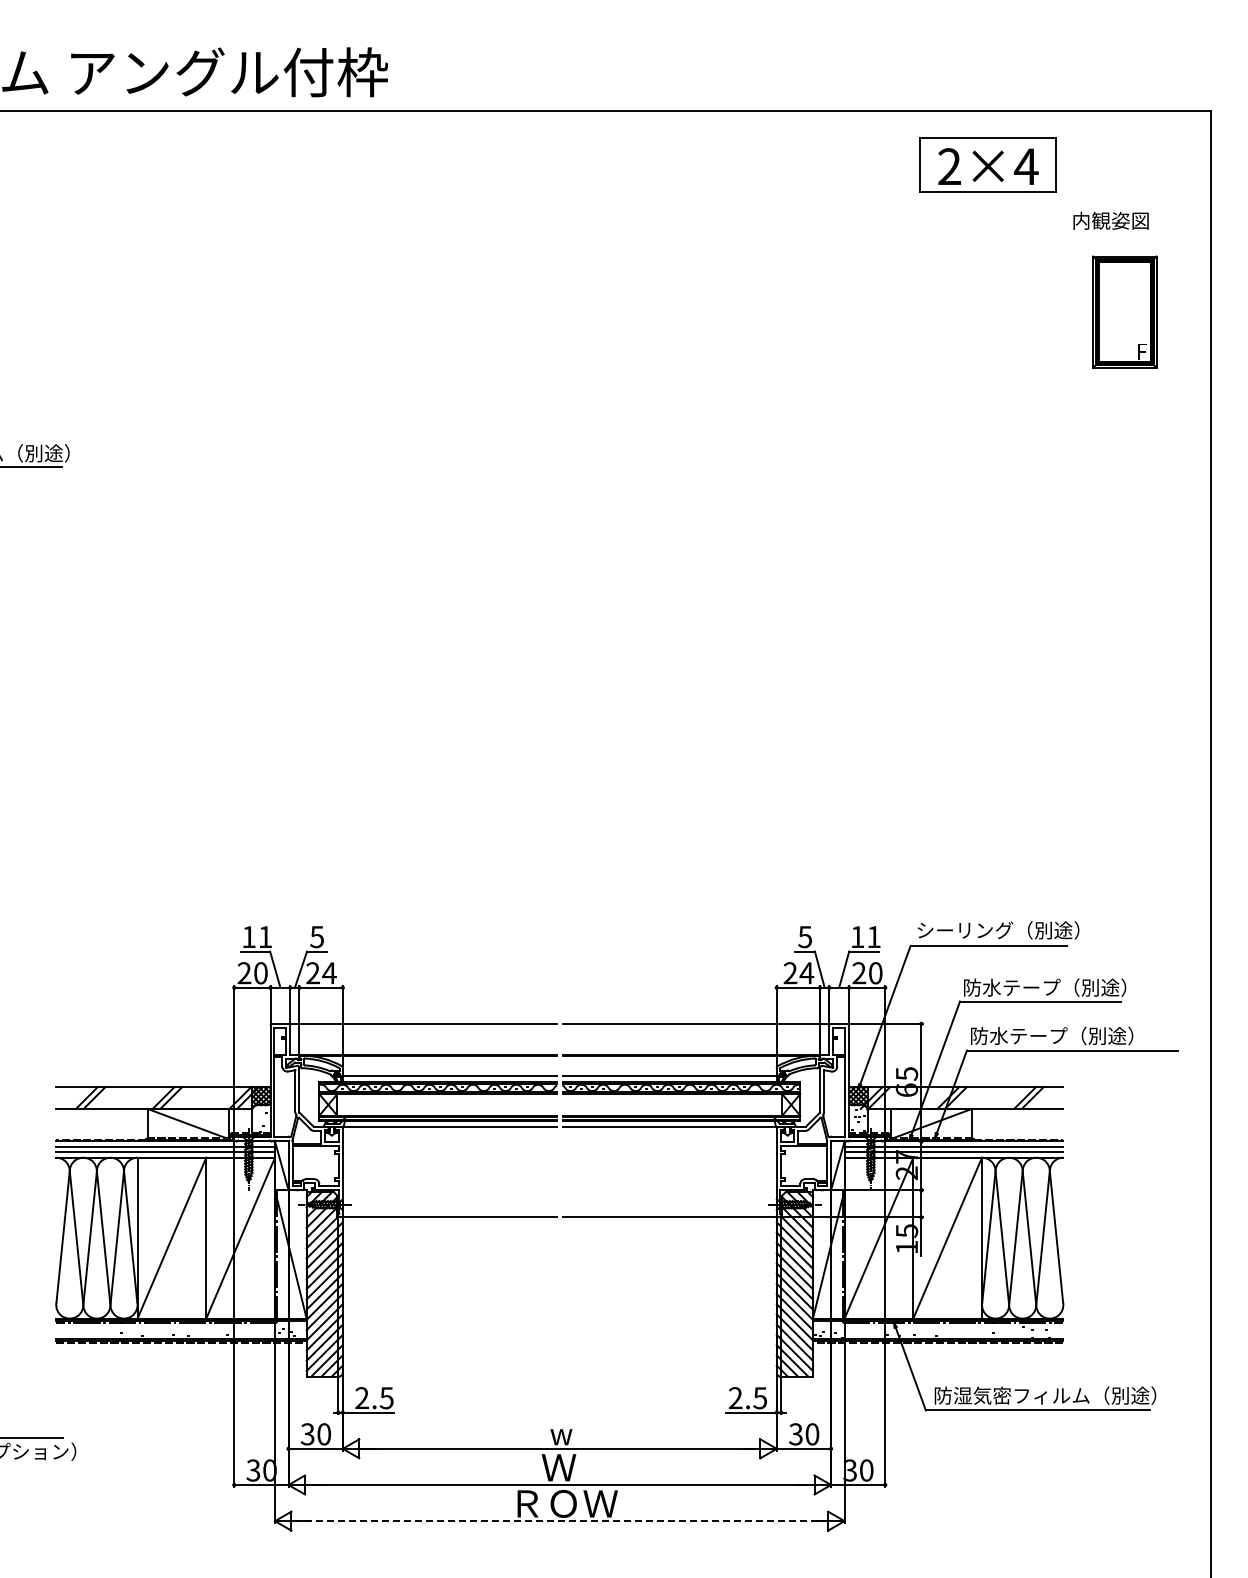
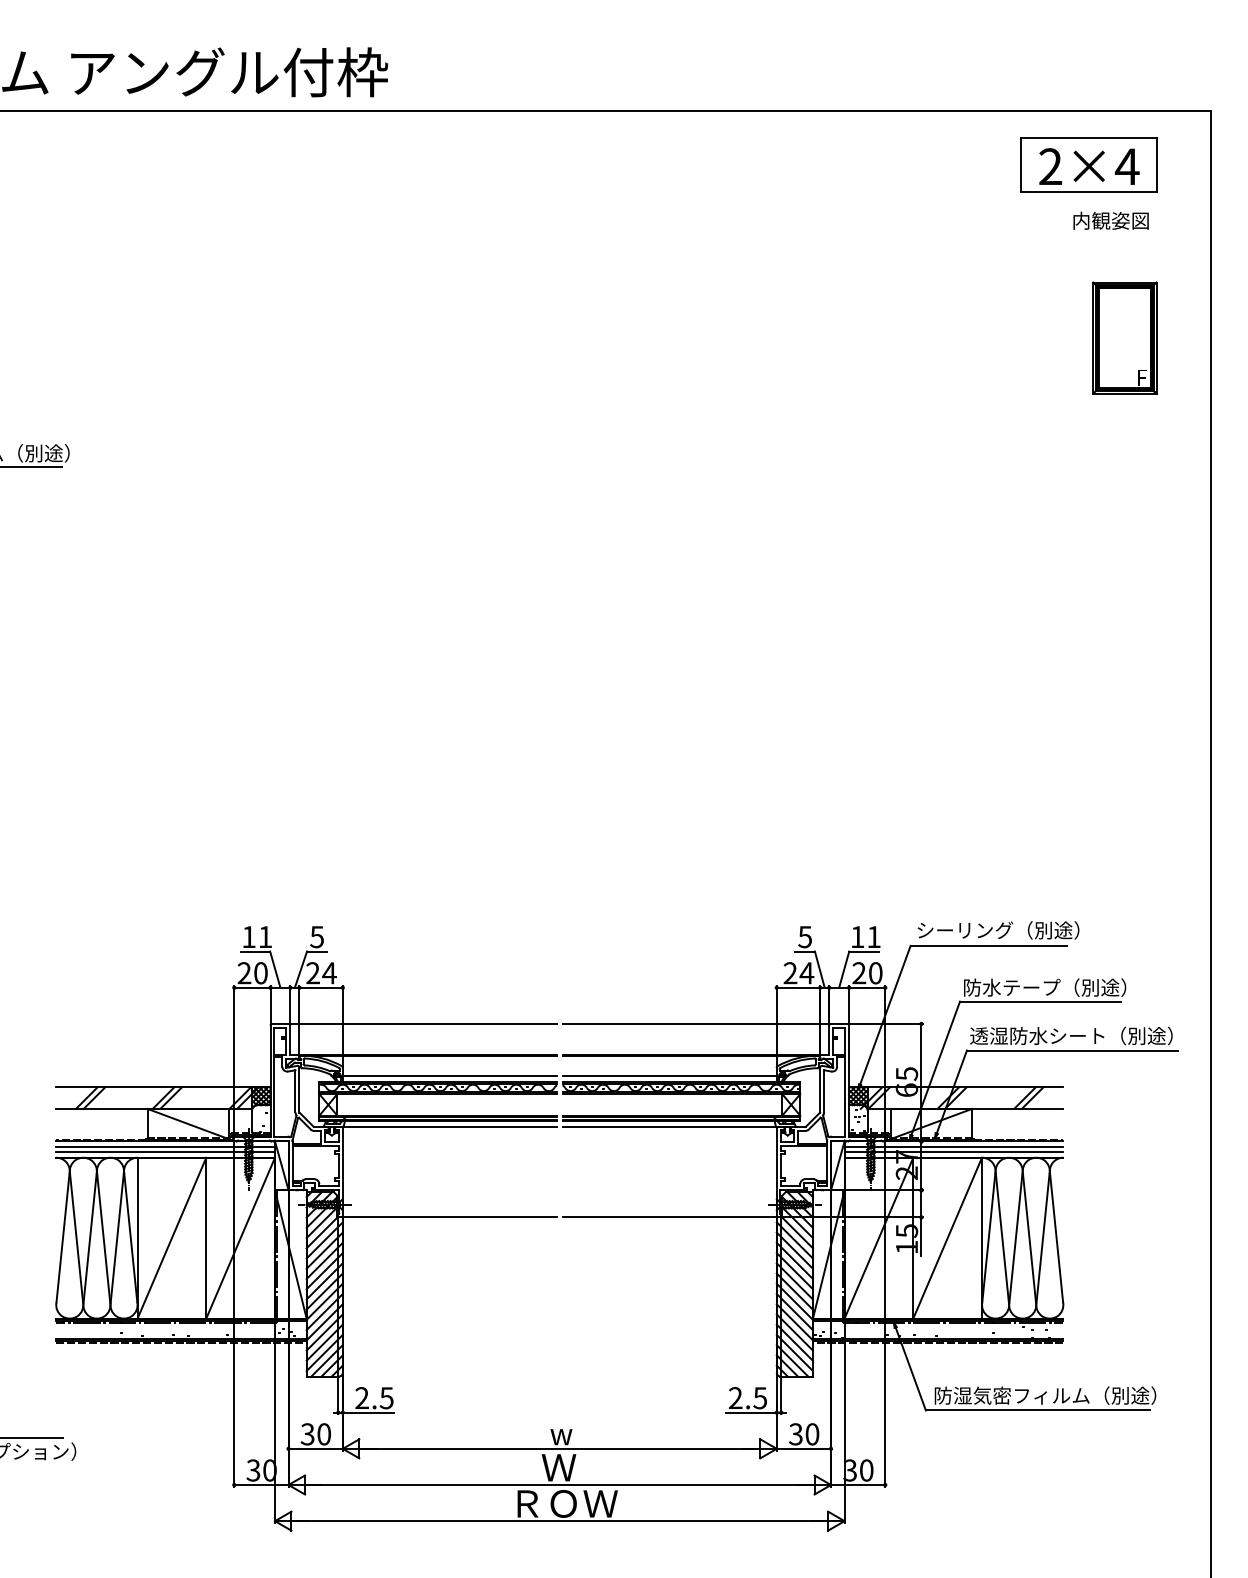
part at (987, 164) position: (987, 164) -> (1088, 164)
part at (1124, 311) position: (1124, 311) -> (1124, 337)
text at (1071, 1035): 防水テープ（別途） -> 透湿防水シート（別途）
line at (559, 1521): dashed -> solid
